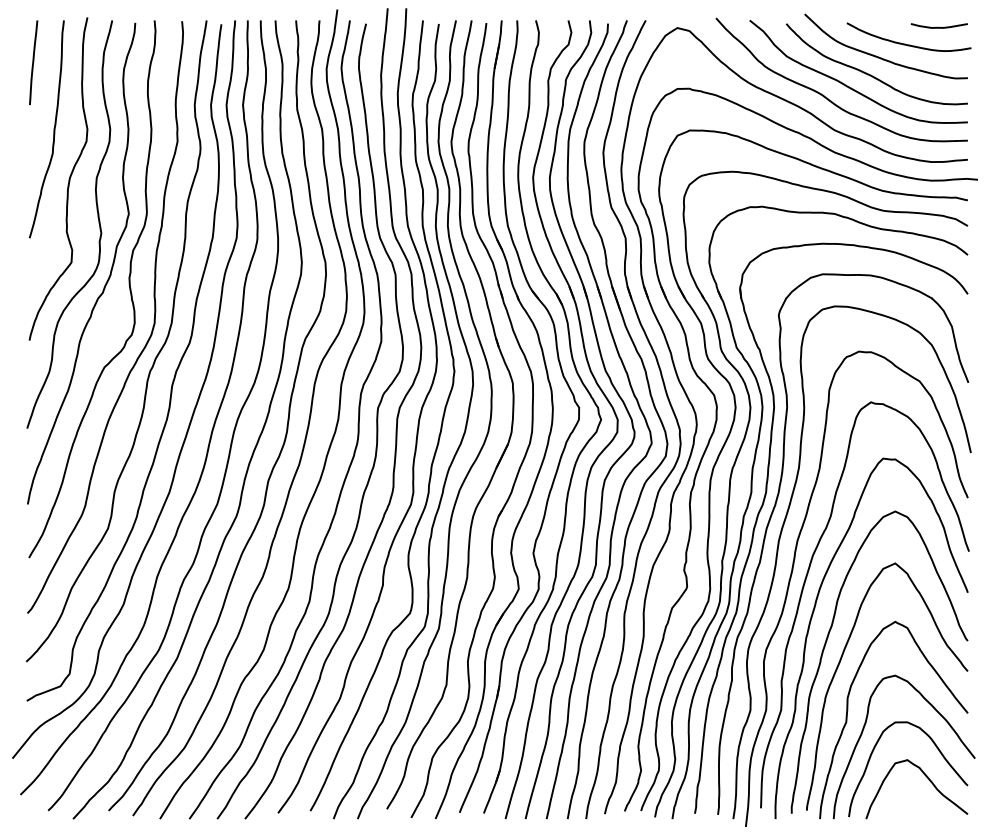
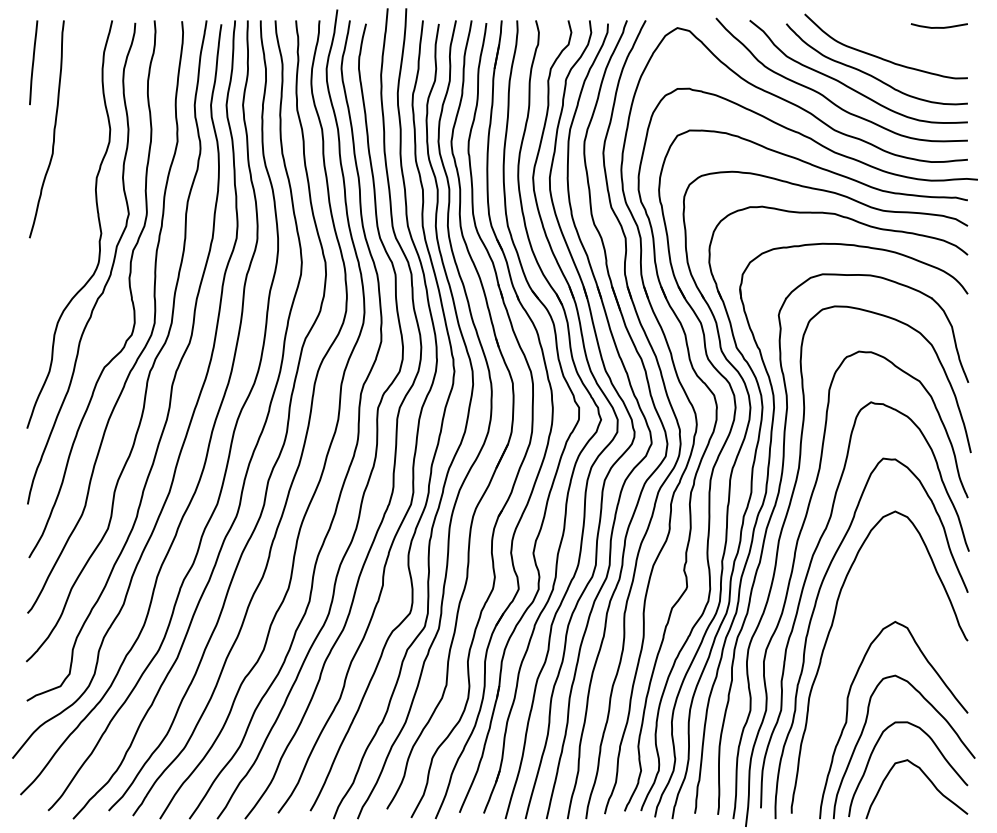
curve at (905, 43): present -> none
curve at (68, 179): present -> none
curve at (840, 663): present -> none
